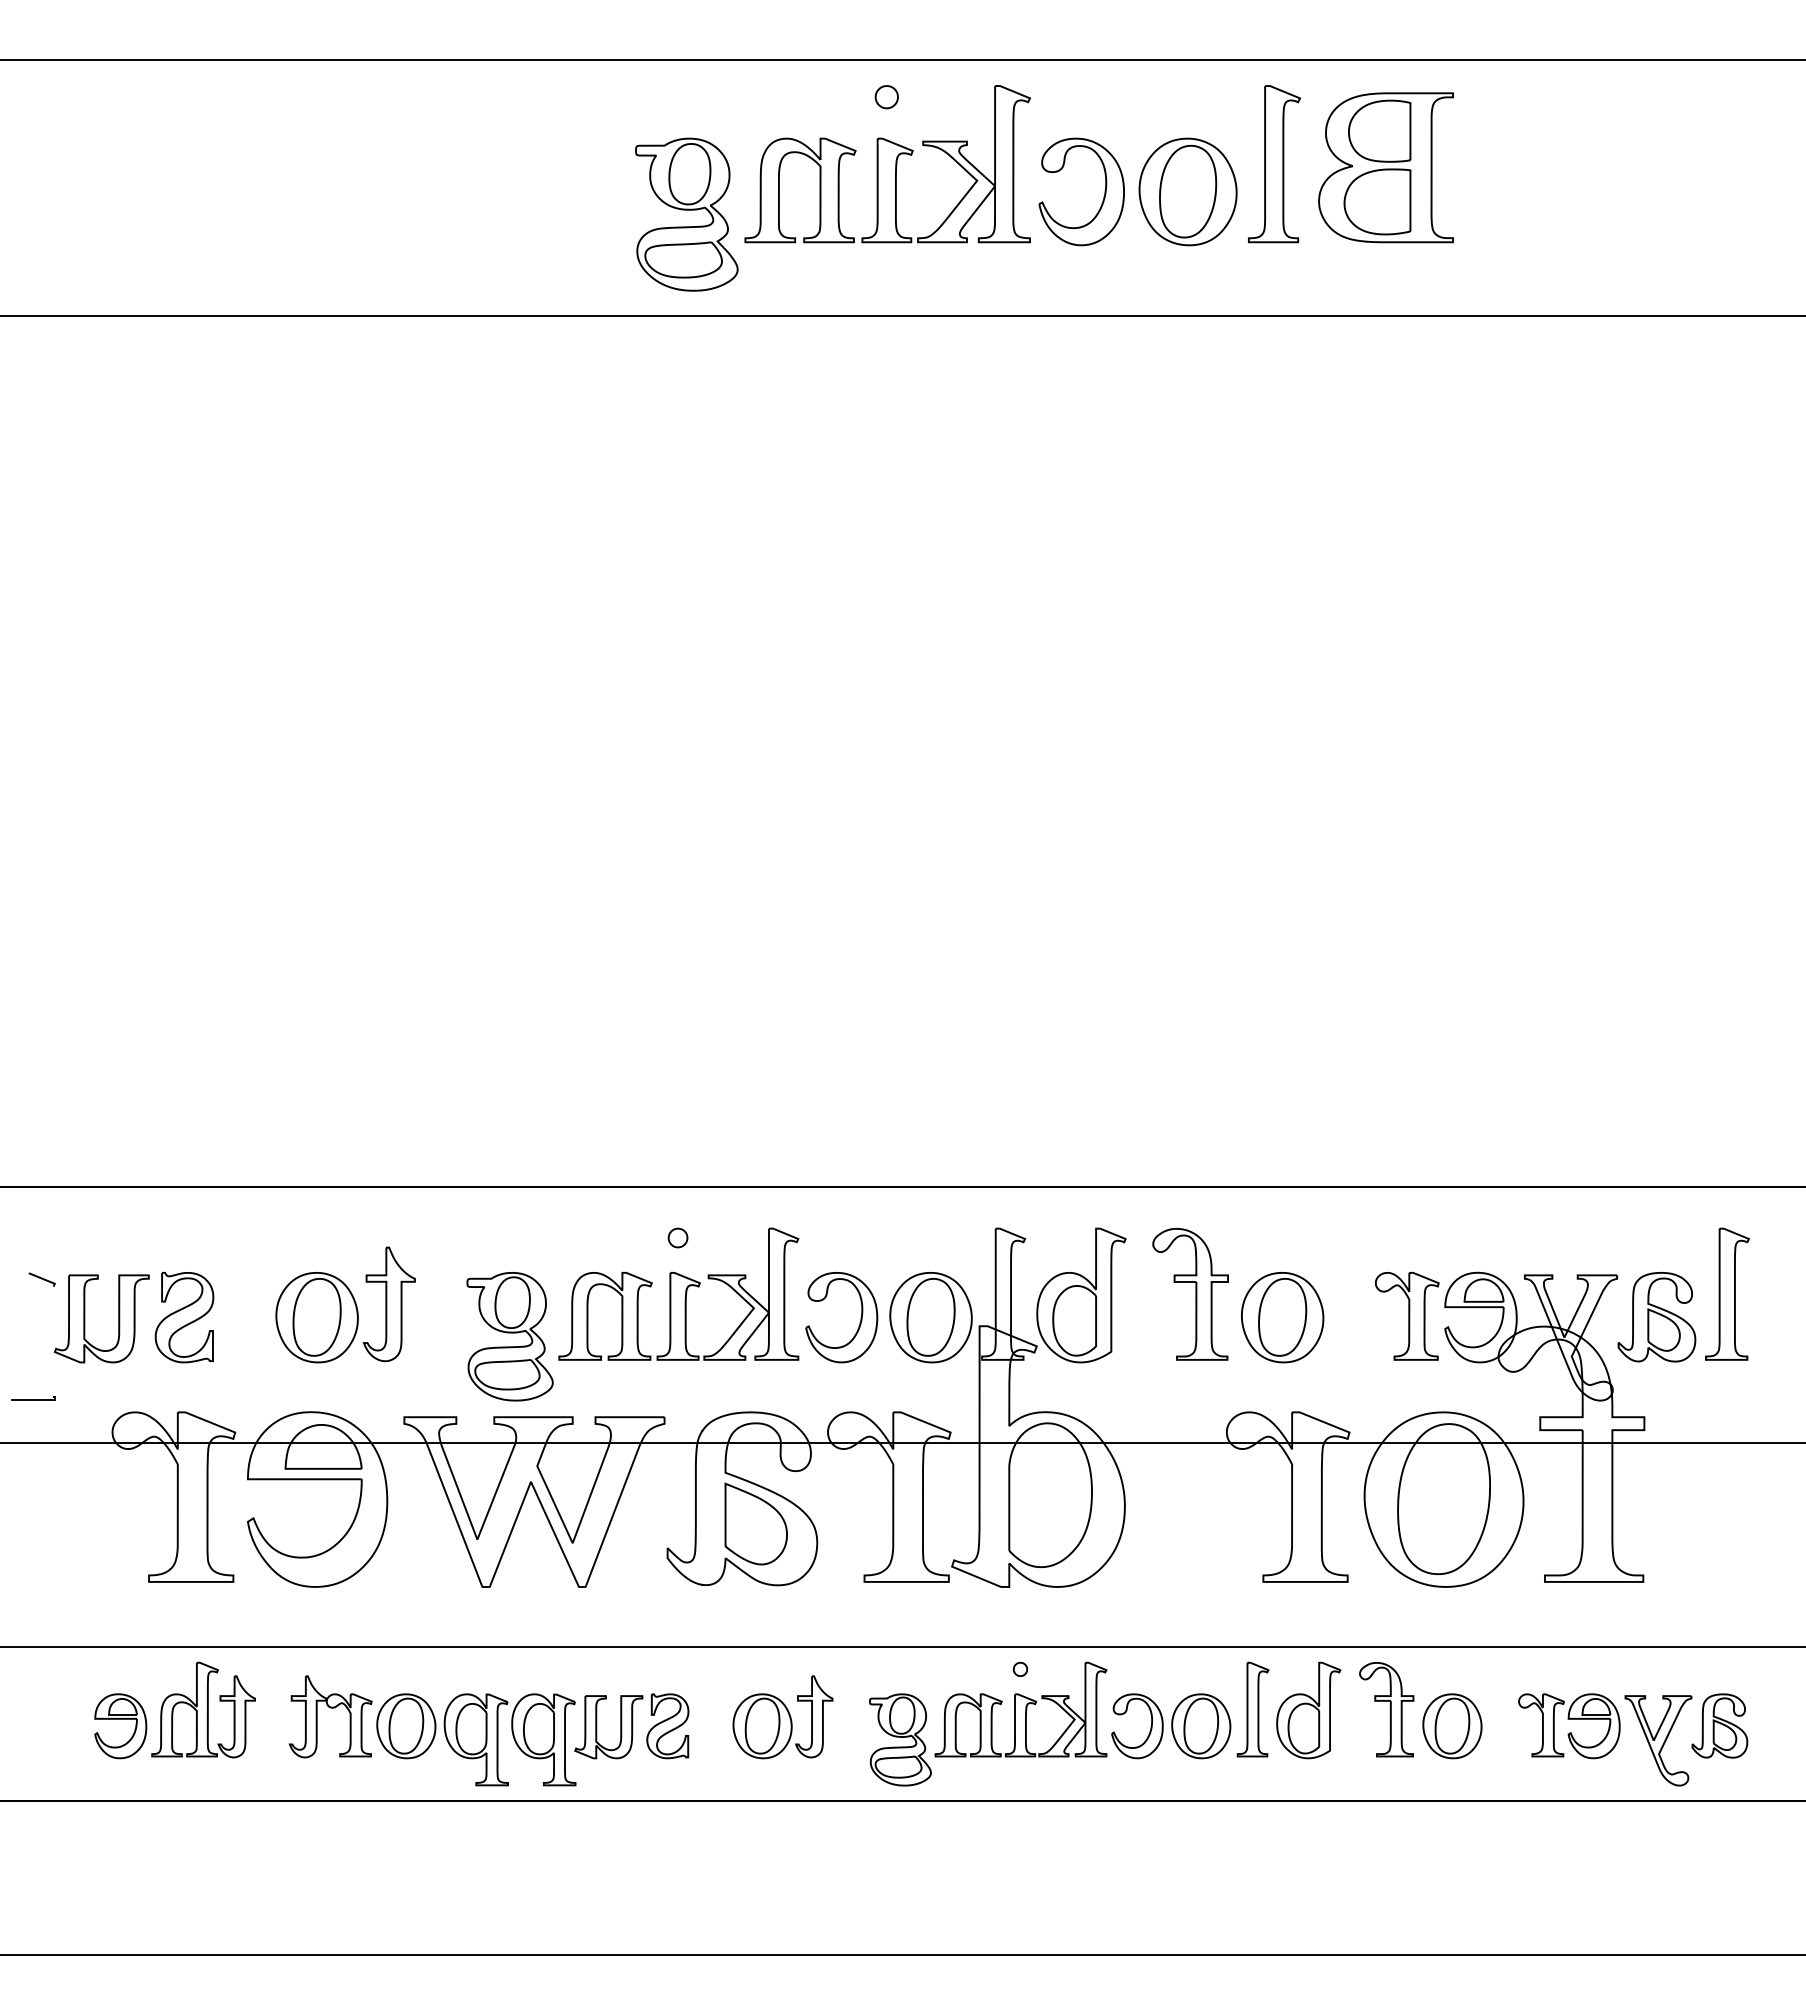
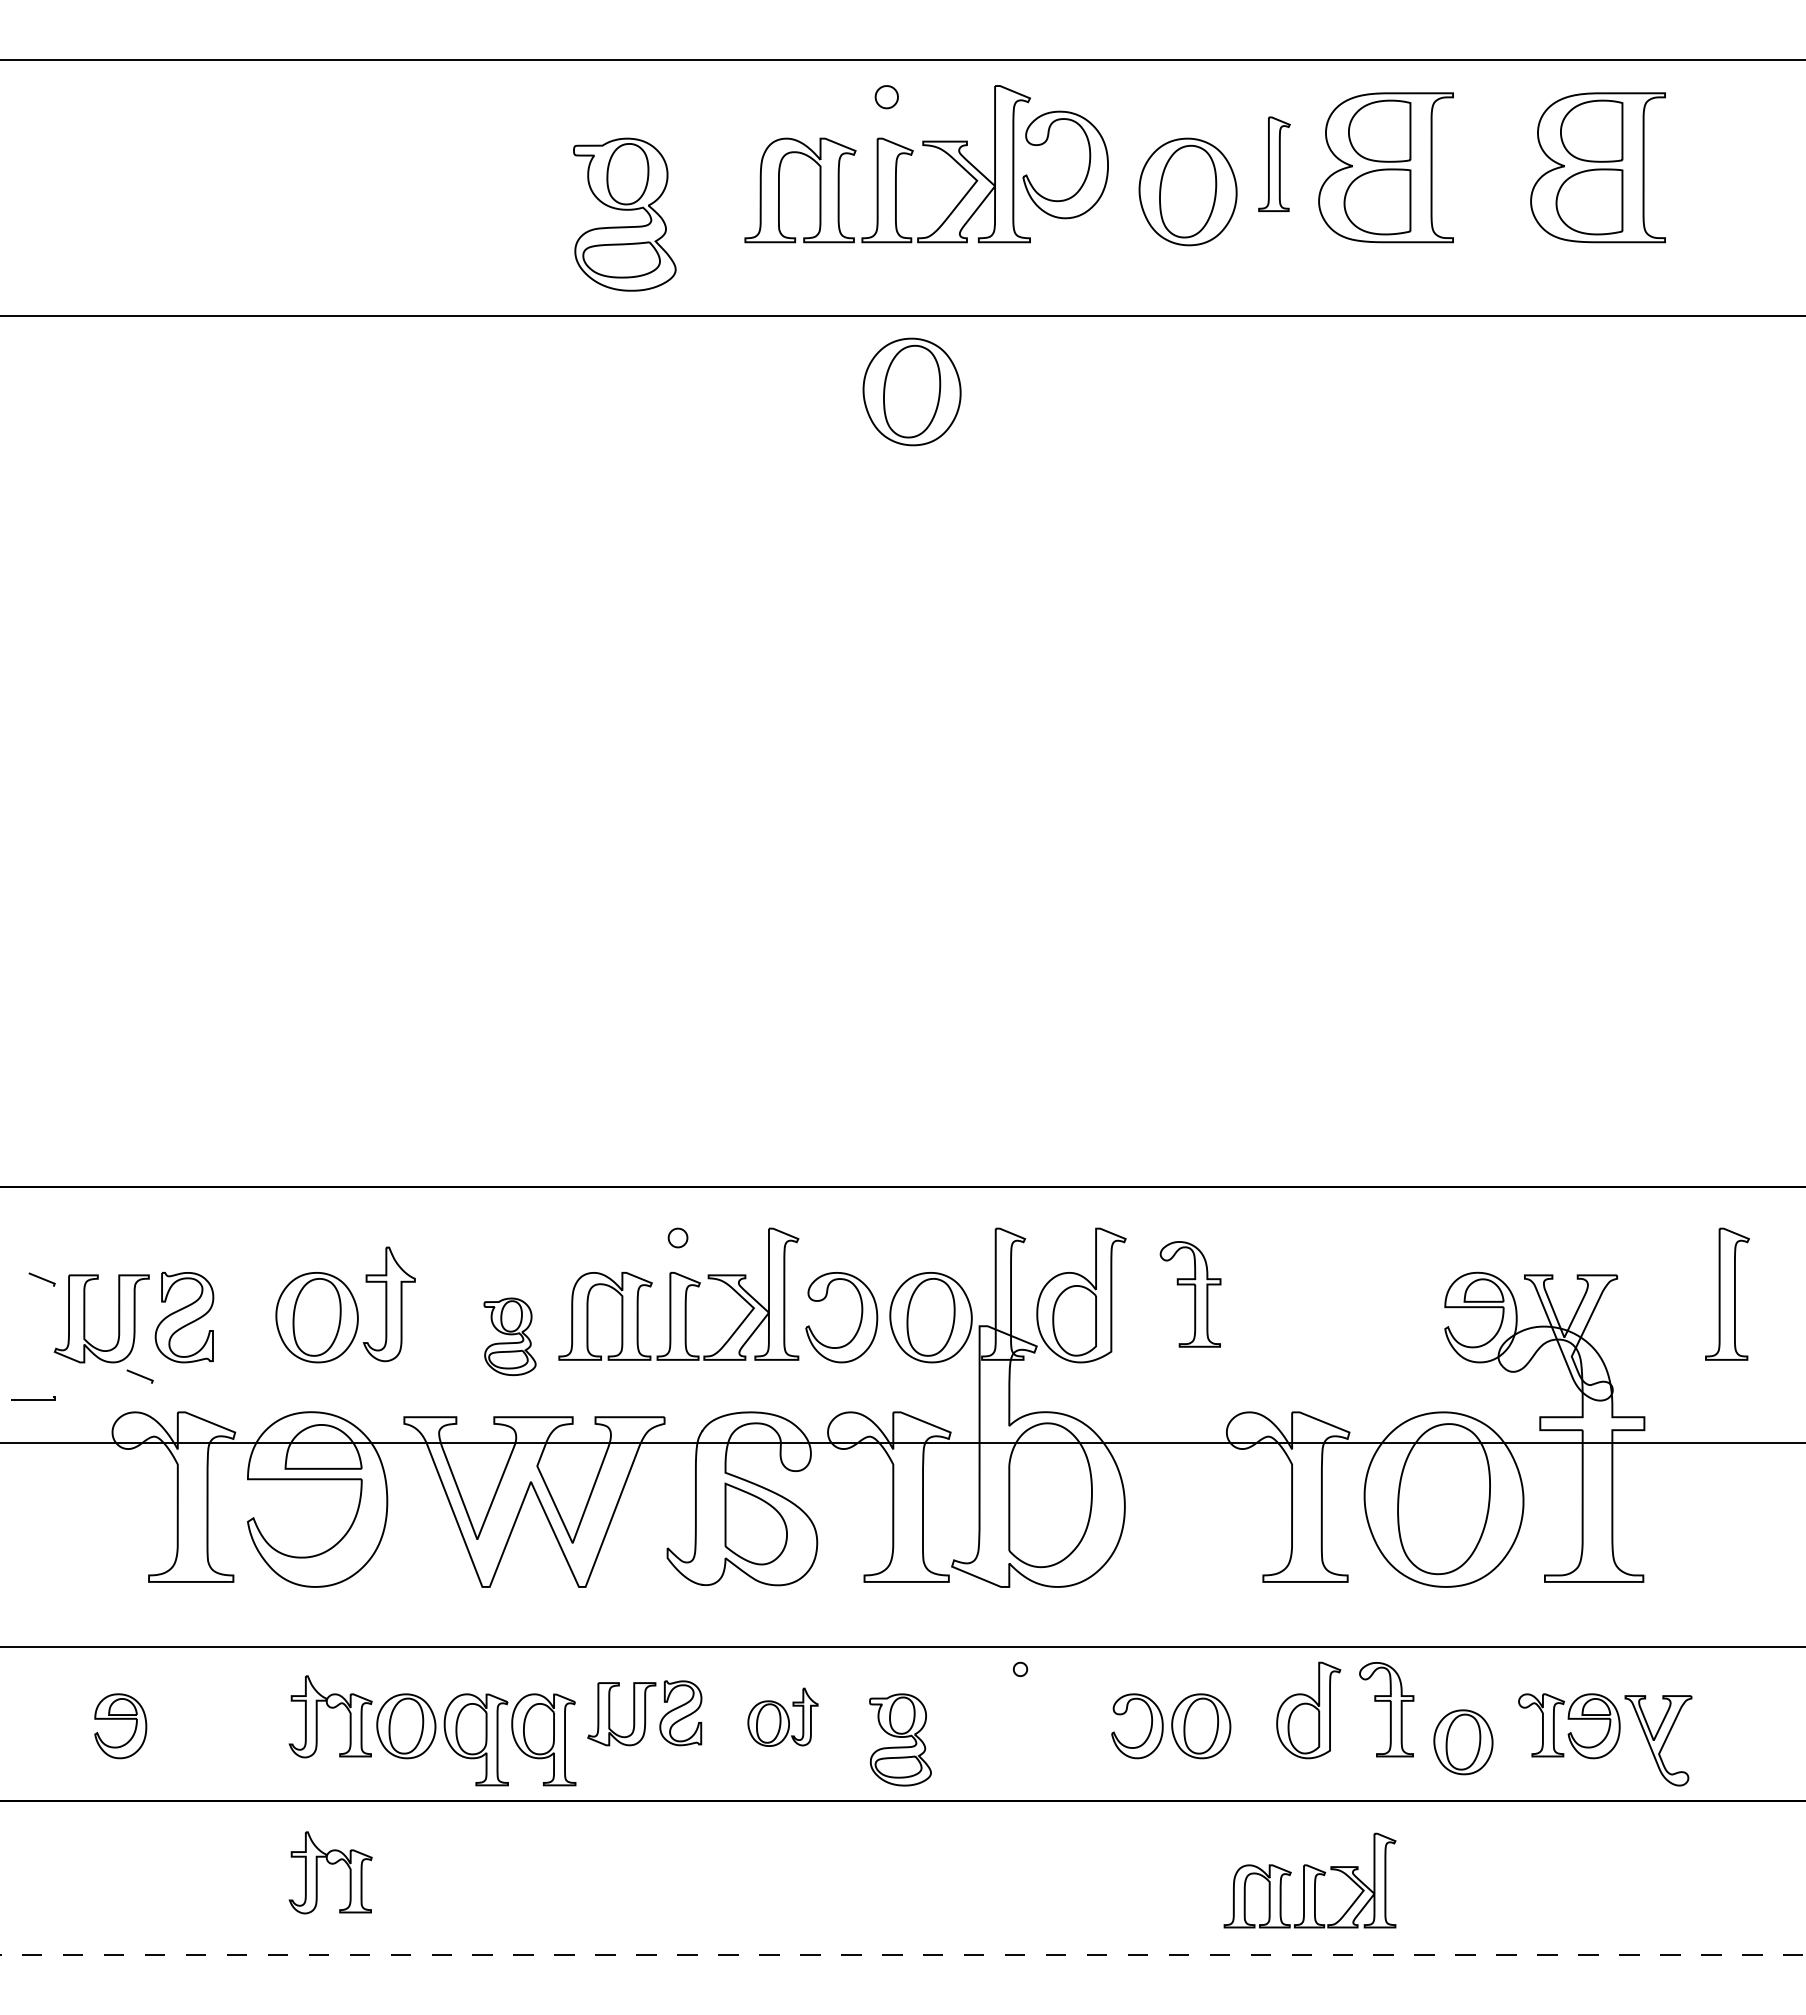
part at (1274, 164) size: 53x159 px -> 33x96 px
part at (1597, 167): none -> present
part at (1103, 196) position: (1103, 196) -> (1087, 169)
part at (686, 214) position: (686, 214) -> (624, 214)
part at (911, 391): none -> present
part at (1190, 1294) size: 77x133 px -> 63x107 px
part at (1407, 1316): present -> none
part at (1282, 1317): present -> none
part at (1656, 1317): present -> none
part at (509, 1336) size: 88x130 px -> 54x79 px
line at (139, 1376): none -> present
part at (203, 1709): present -> none
part at (1020, 1709) position: (1020, 1709) -> (1309, 1880)
part at (1252, 1709): present -> none
part at (782, 1717) size: 102x85 px -> 72x60 px
part at (1719, 1725): present -> none
part at (631, 1726) position: (631, 1726) -> (644, 1713)
part at (1452, 1726) position: (1452, 1726) -> (1463, 1742)
part at (330, 1864): none -> present
line at (903, 1954): solid -> dashed
